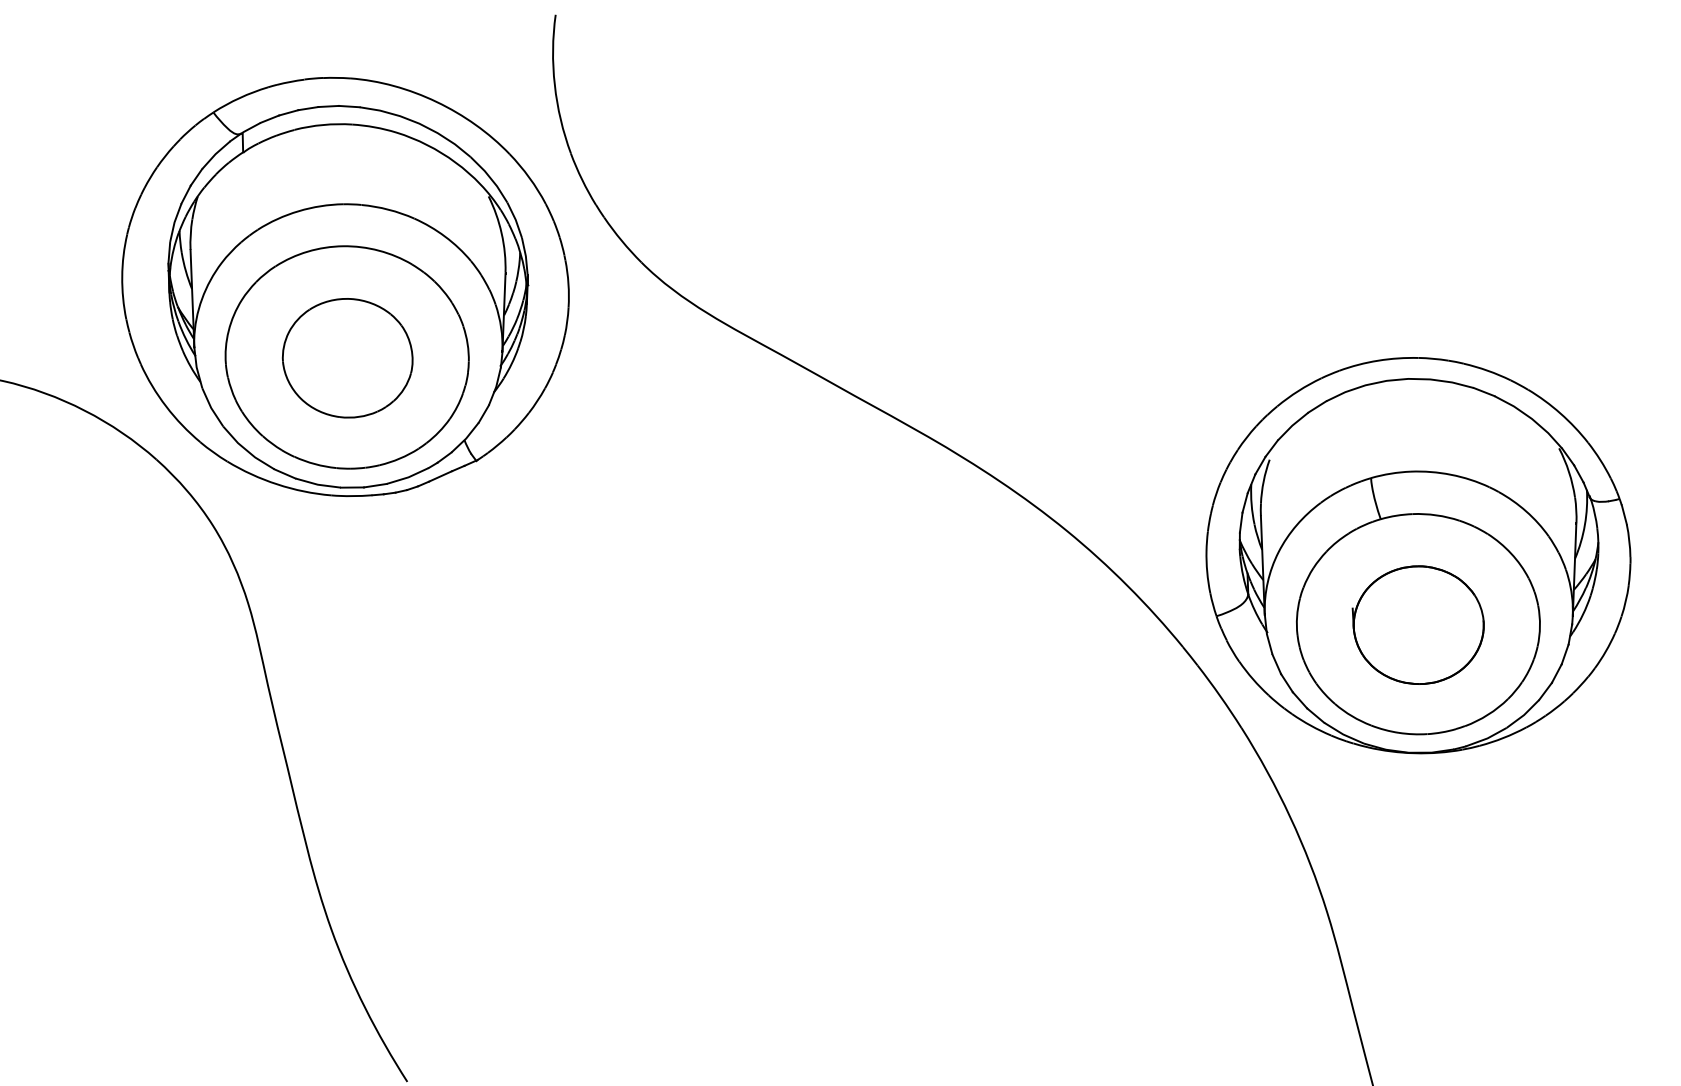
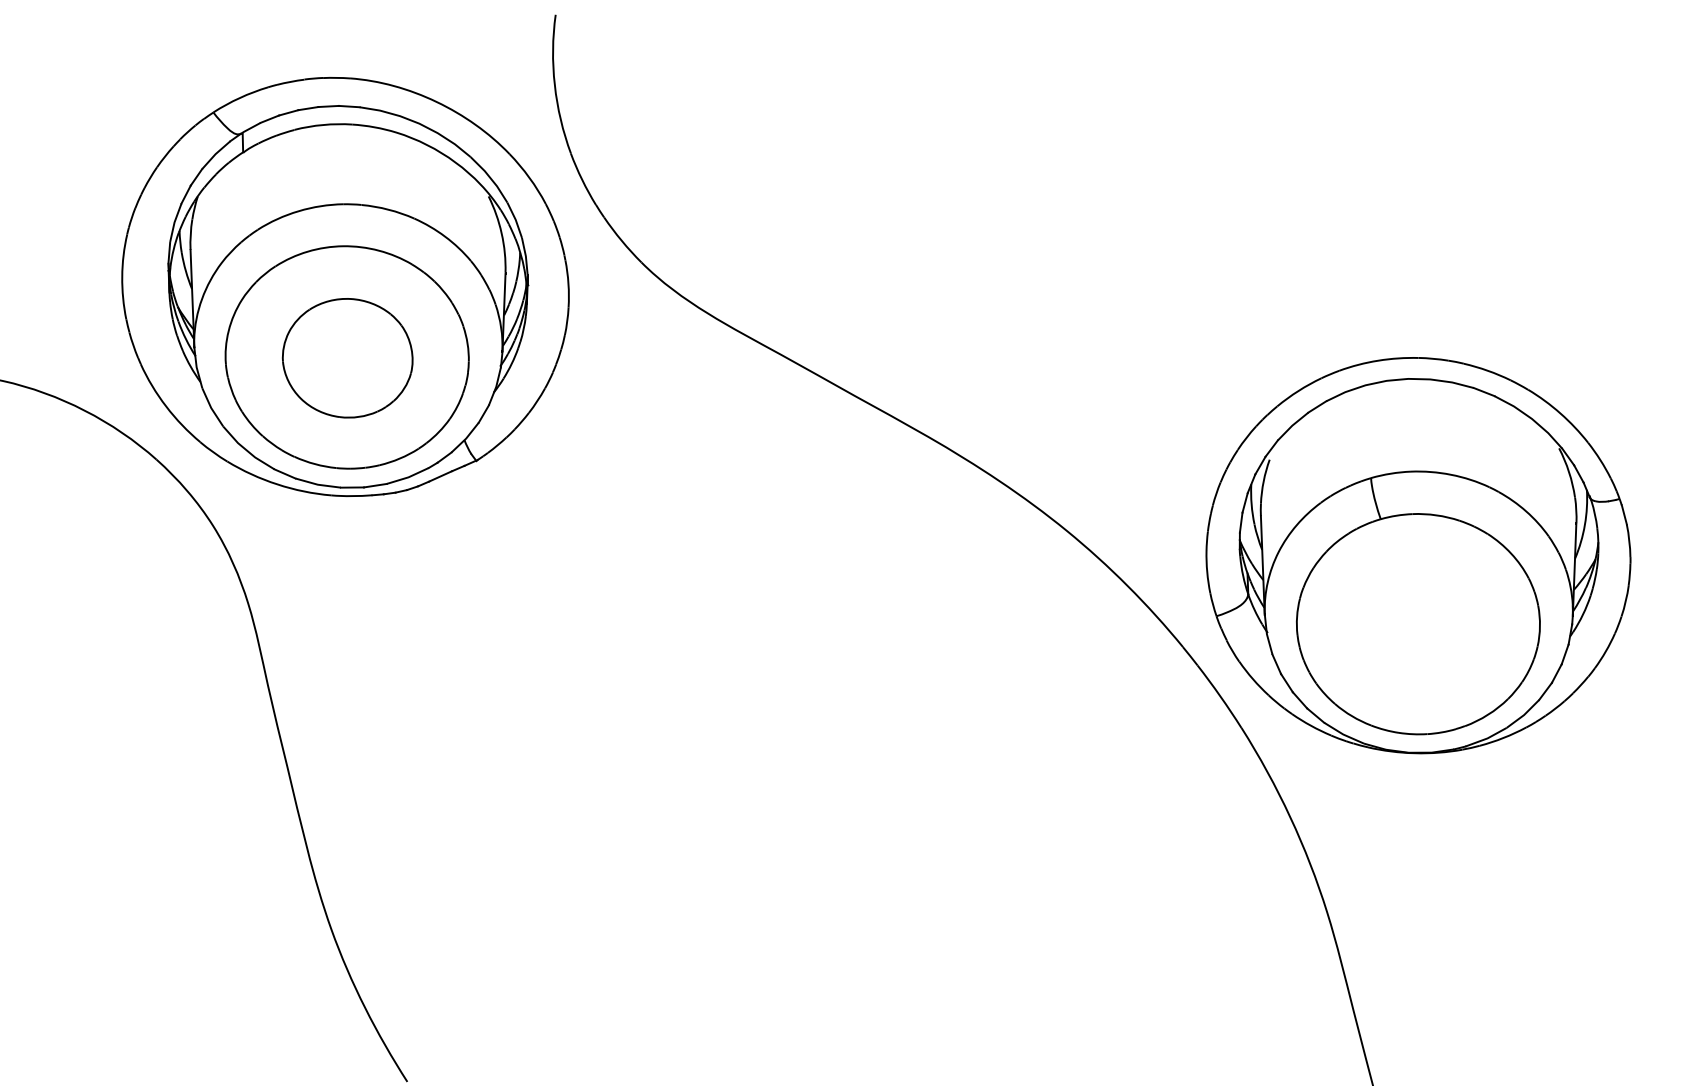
part at (1417, 624): present -> none
